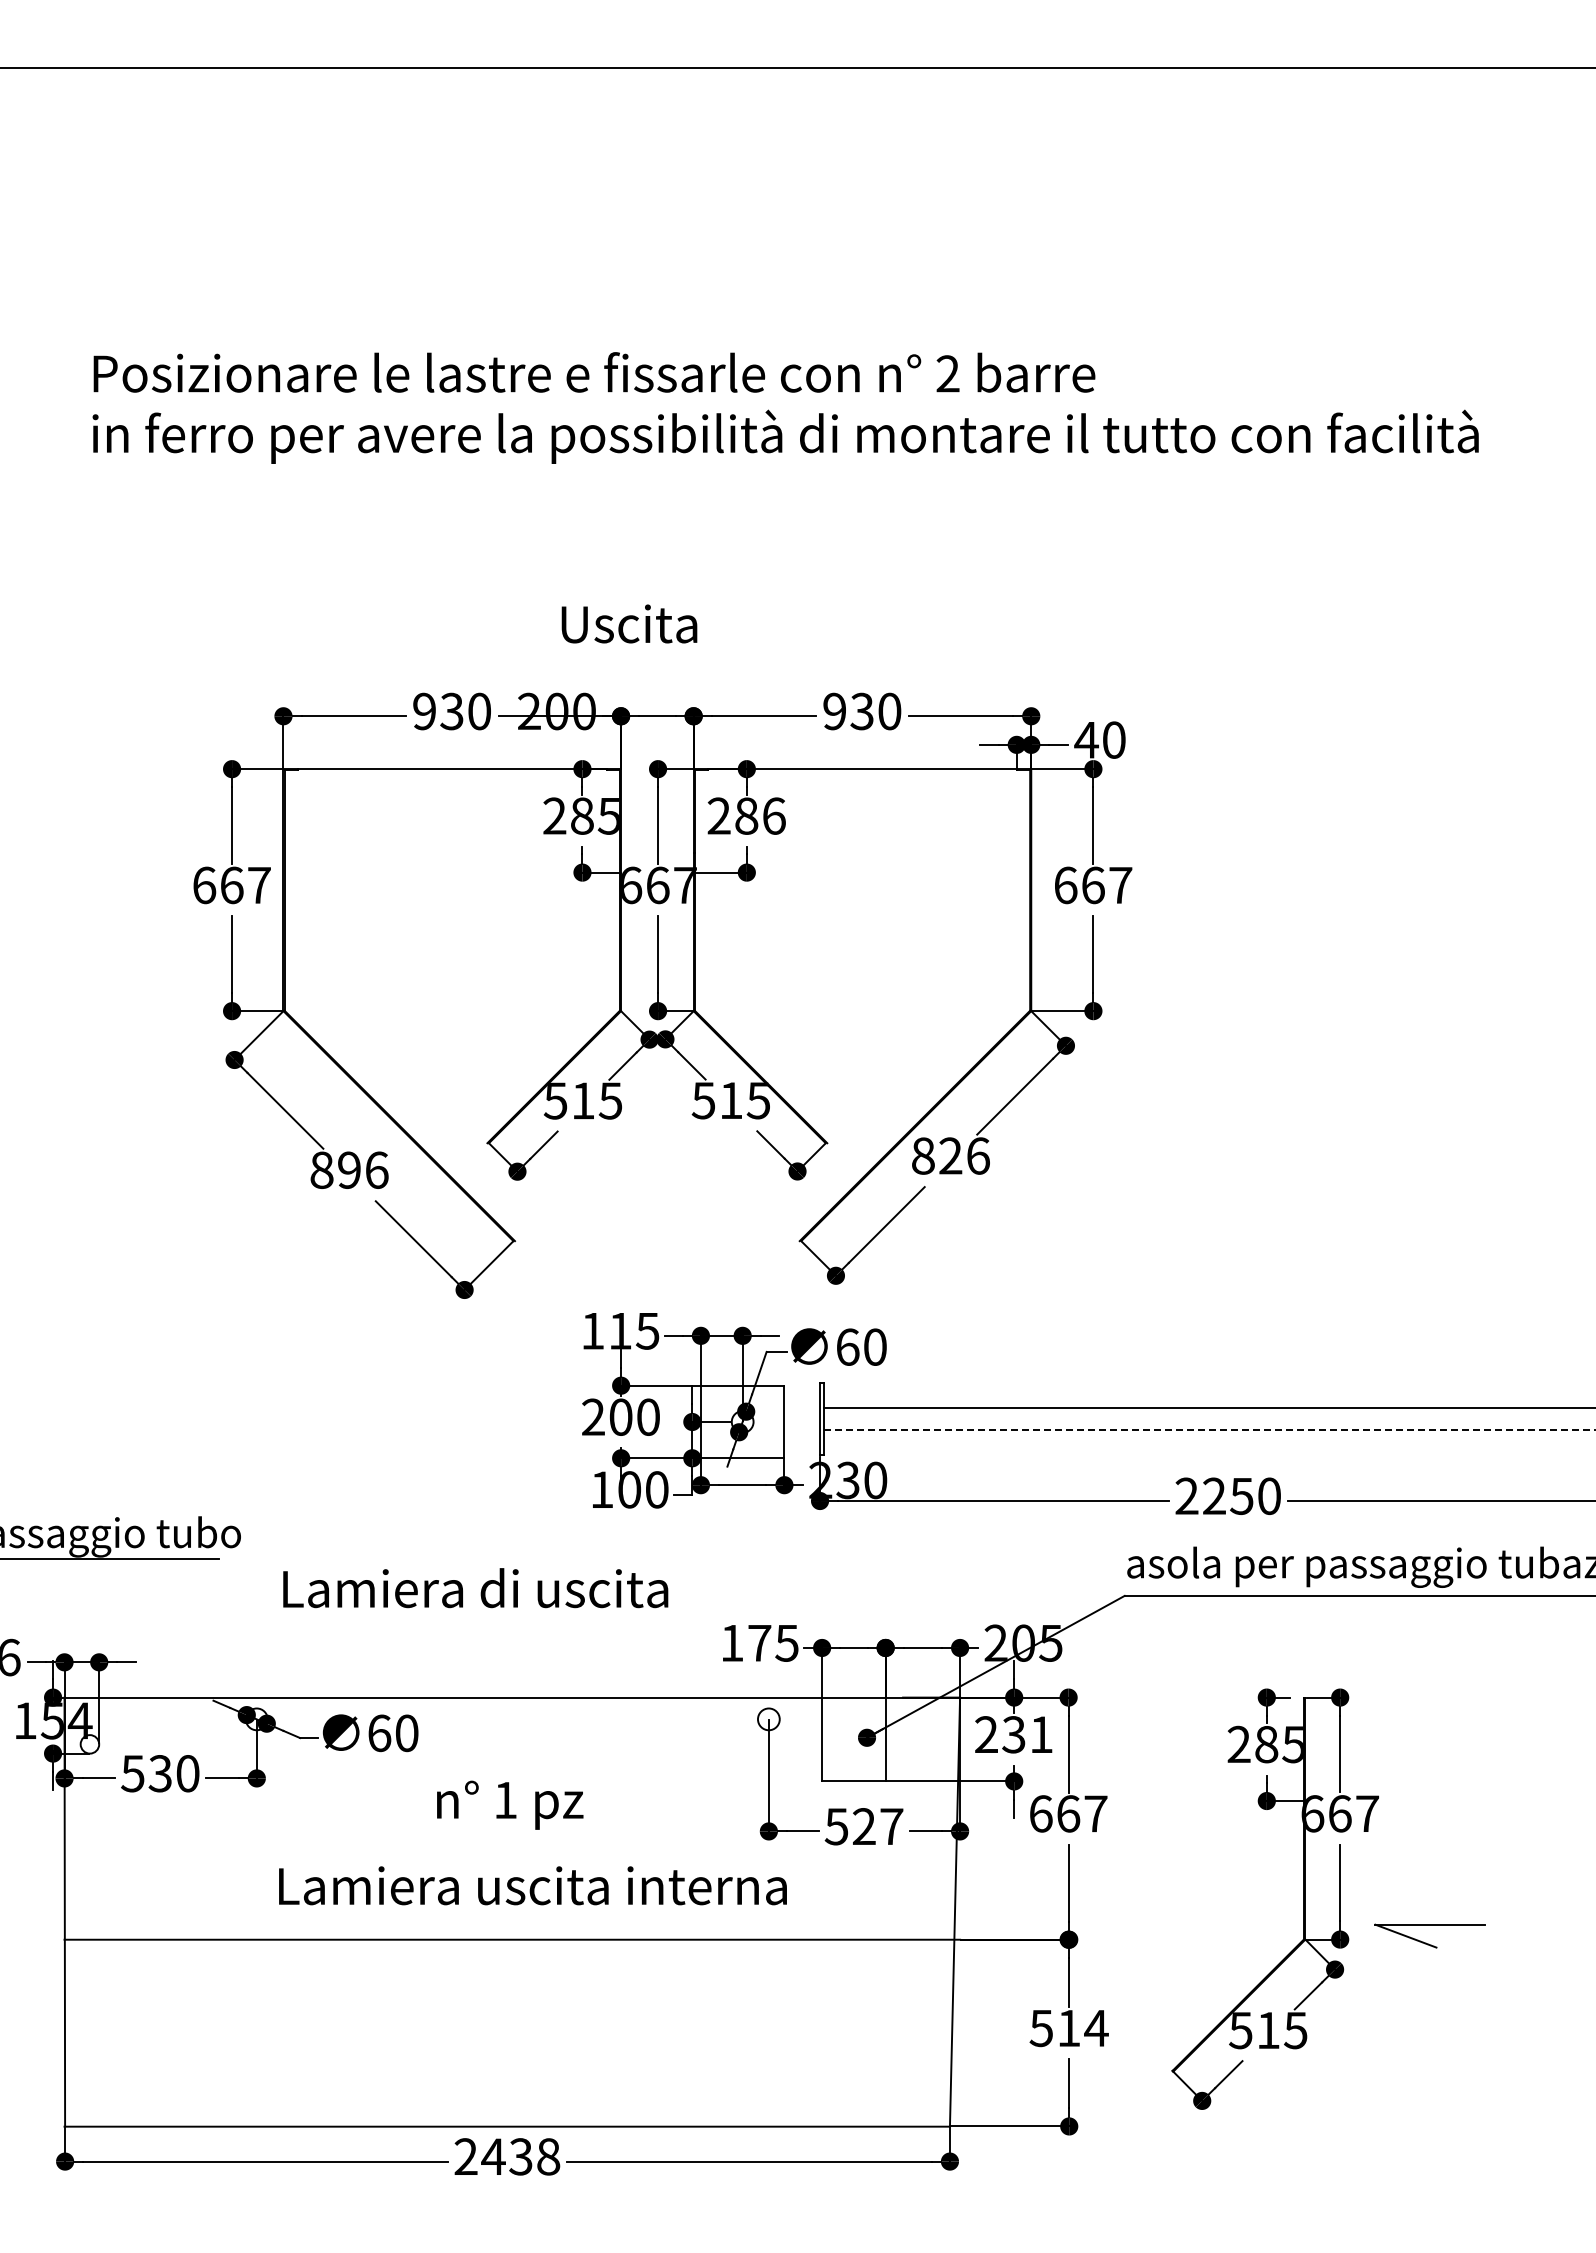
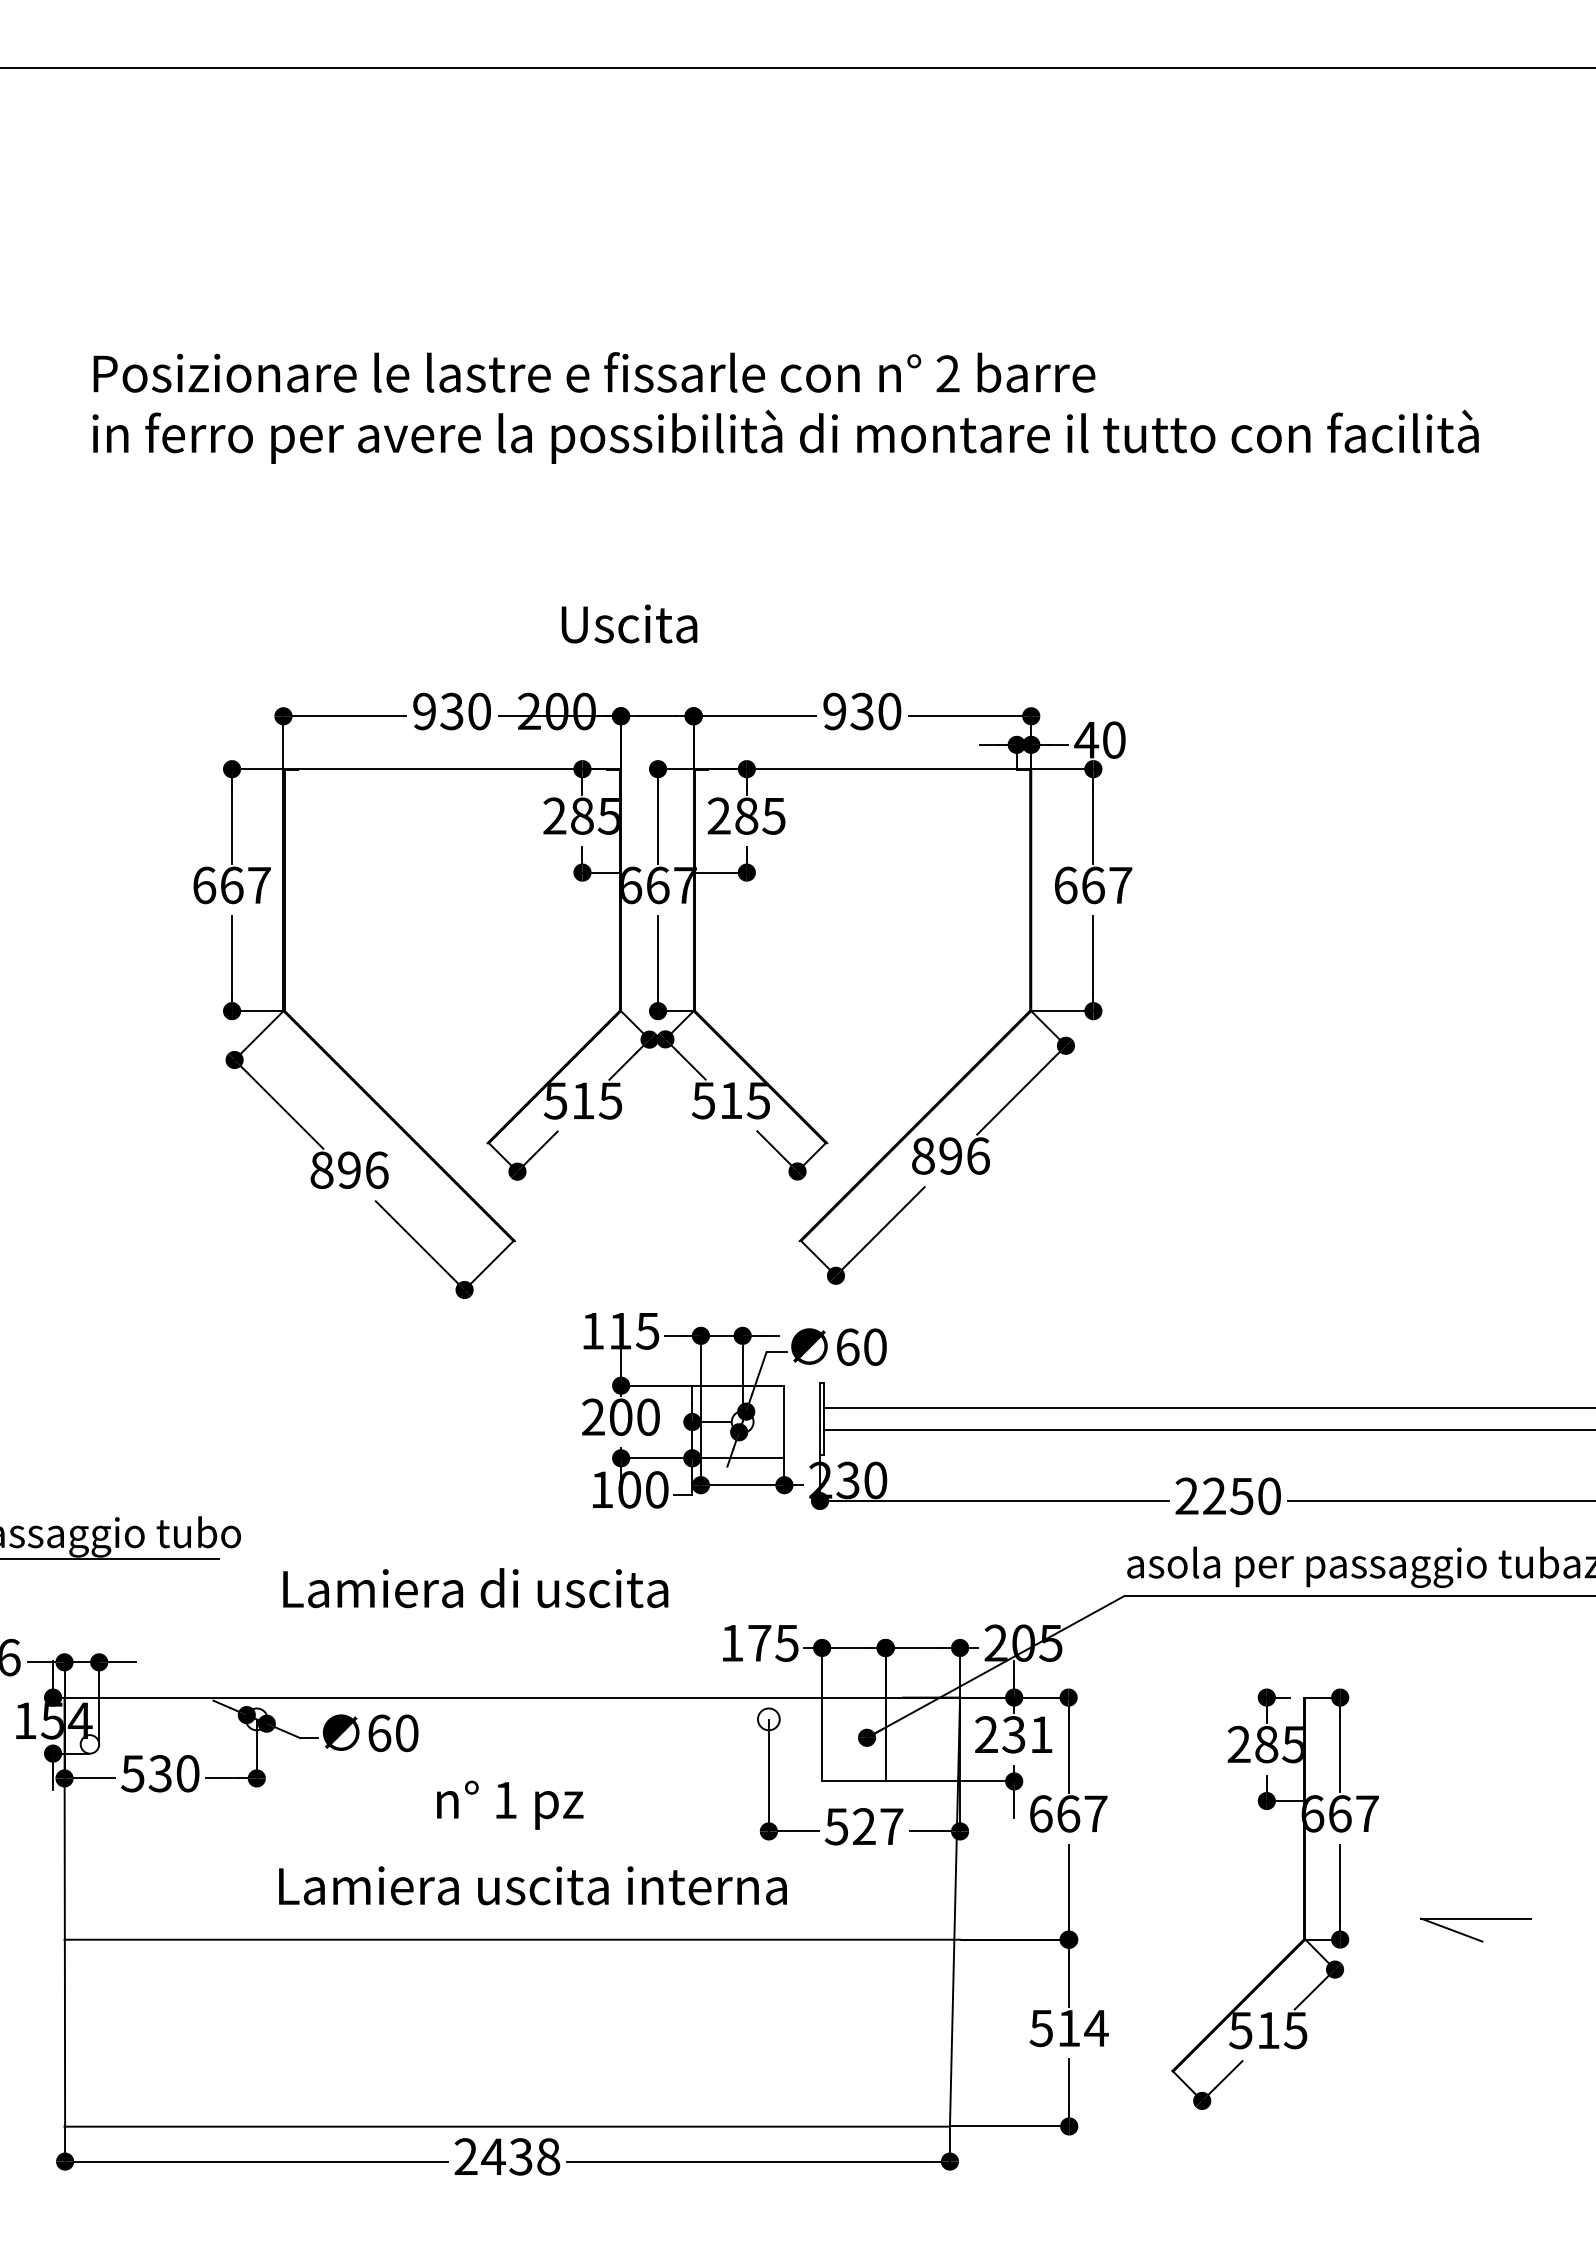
text at (773, 815): 286 -> 285
text at (950, 1156): 826 -> 896
line at (1209, 1430): dashed -> solid
part at (1426, 1942) position: (1426, 1942) -> (1472, 1936)
